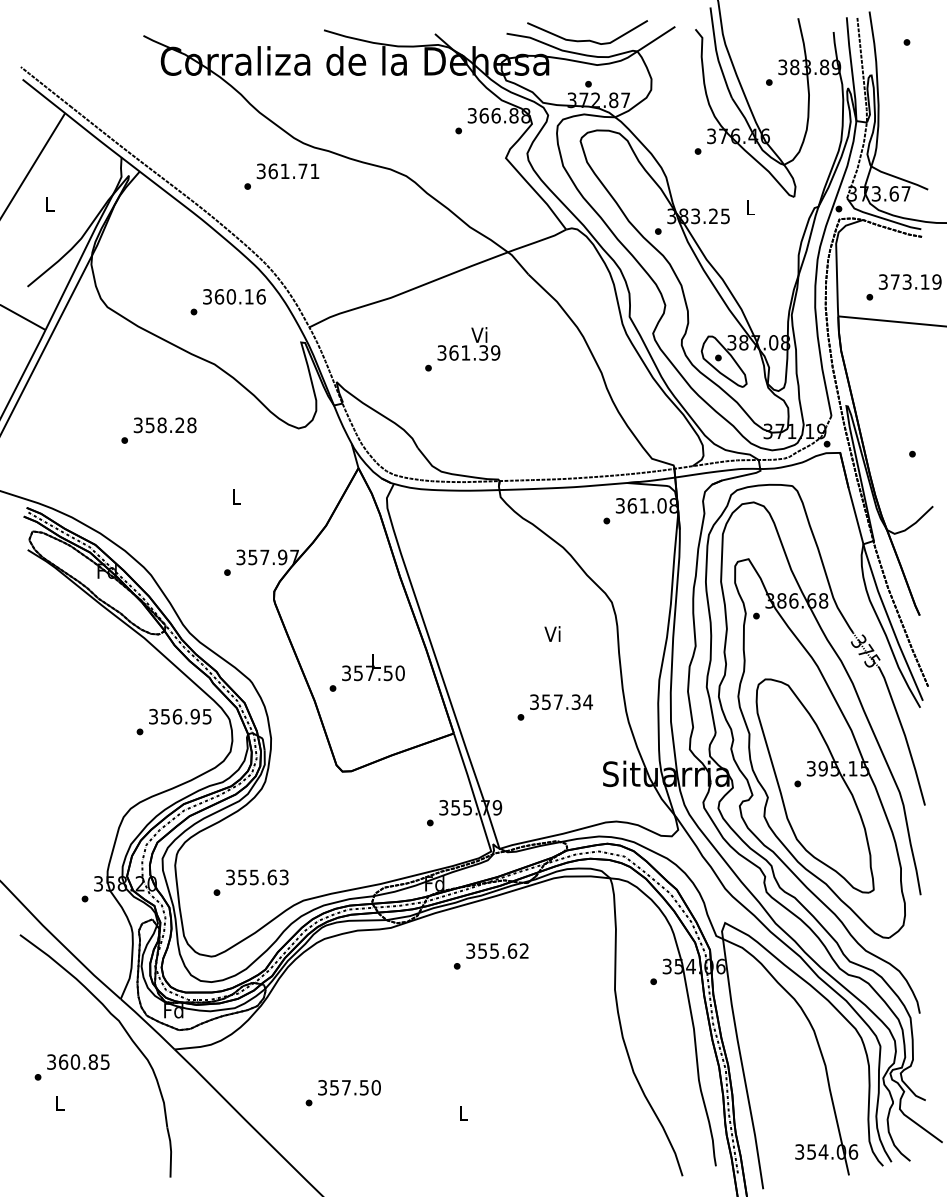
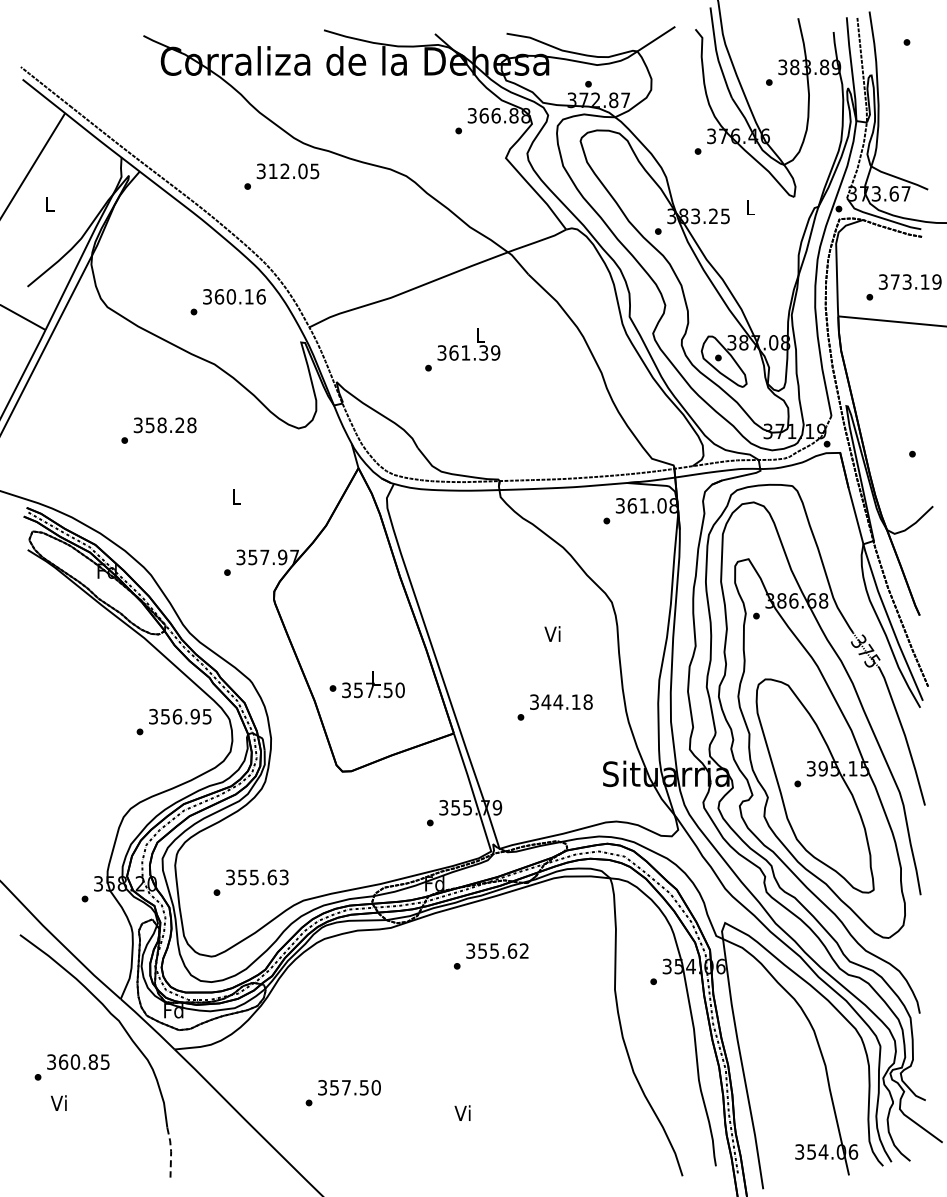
curve at (587, 39): present -> none
text at (293, 171): 361.71 -> 312.05
text at (479, 334): Vi -> L
text at (373, 667) position: (373, 667) -> (373, 684)
text at (567, 701): 357.34 -> 344.18
text at (58, 1102): L -> Vi
text at (462, 1112): L -> Vi
line at (171, 1151): solid -> dashed
